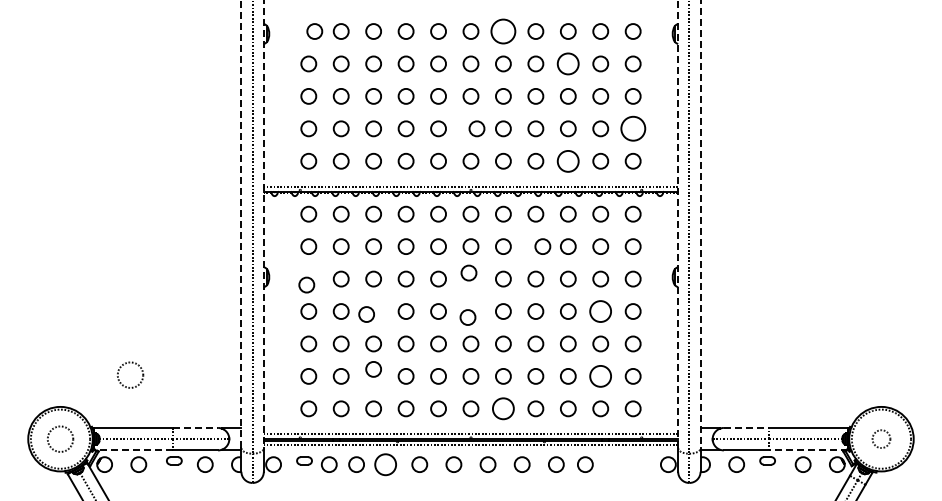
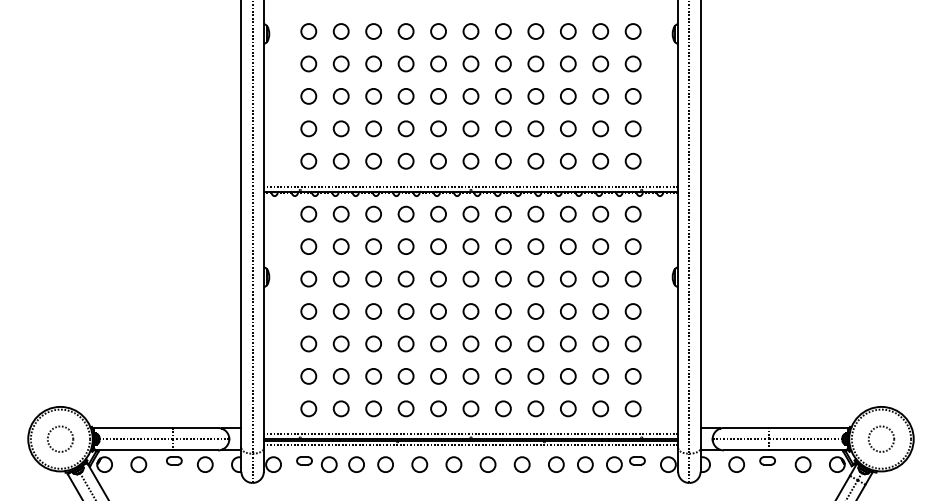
circle at (314, 31) position: (314, 31) -> (308, 31)
circle at (503, 31) size: 27x27 px -> 17x17 px
circle at (567, 63) size: 24x24 px -> 17x18 px
circle at (476, 128) position: (476, 128) -> (470, 128)
circle at (633, 128) size: 27x27 px -> 18x18 px
circle at (567, 161) size: 24x23 px -> 17x18 px
line at (241, 224): dashed -> solid
line at (263, 224): dashed -> solid
line at (678, 224): dashed -> solid
line at (700, 224): dashed -> solid
circle at (542, 246) position: (542, 246) -> (535, 246)
circle at (468, 272) position: (468, 272) -> (470, 278)
circle at (306, 284) position: (306, 284) -> (308, 278)
circle at (600, 311) size: 23x23 px -> 18x17 px
circle at (366, 314) position: (366, 314) -> (373, 311)
circle at (467, 317) position: (467, 317) -> (470, 311)
circle at (373, 369) position: (373, 369) -> (373, 376)
circle at (130, 374): present -> none
circle at (600, 376) size: 23x23 px -> 18x17 px
circle at (503, 408) size: 23x24 px -> 17x18 px
line at (195, 427): dashed -> solid
line at (746, 427): dashed -> solid
circle at (881, 438) size: 21x20 px -> 29x28 px
line at (133, 450): dashed -> solid
line at (807, 450): dashed -> solid
circle at (385, 464) size: 23x24 px -> 17x17 px
part at (625, 464): none -> present
